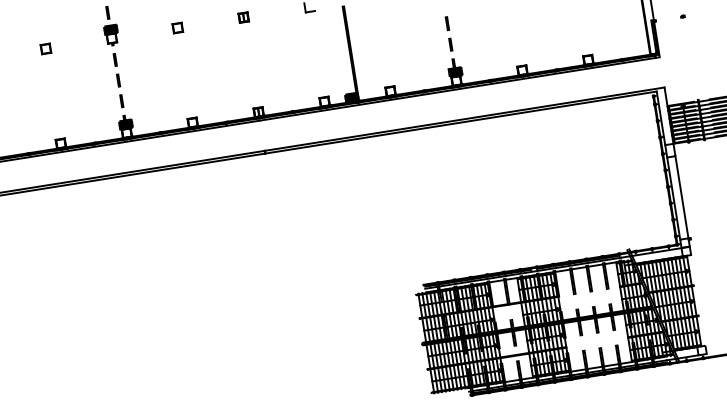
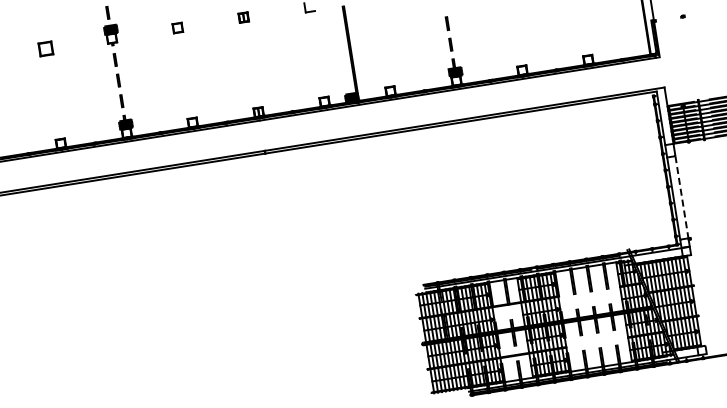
part at (45, 48) size: 14x14 px -> 18x18 px
line at (681, 197): solid -> dashed
